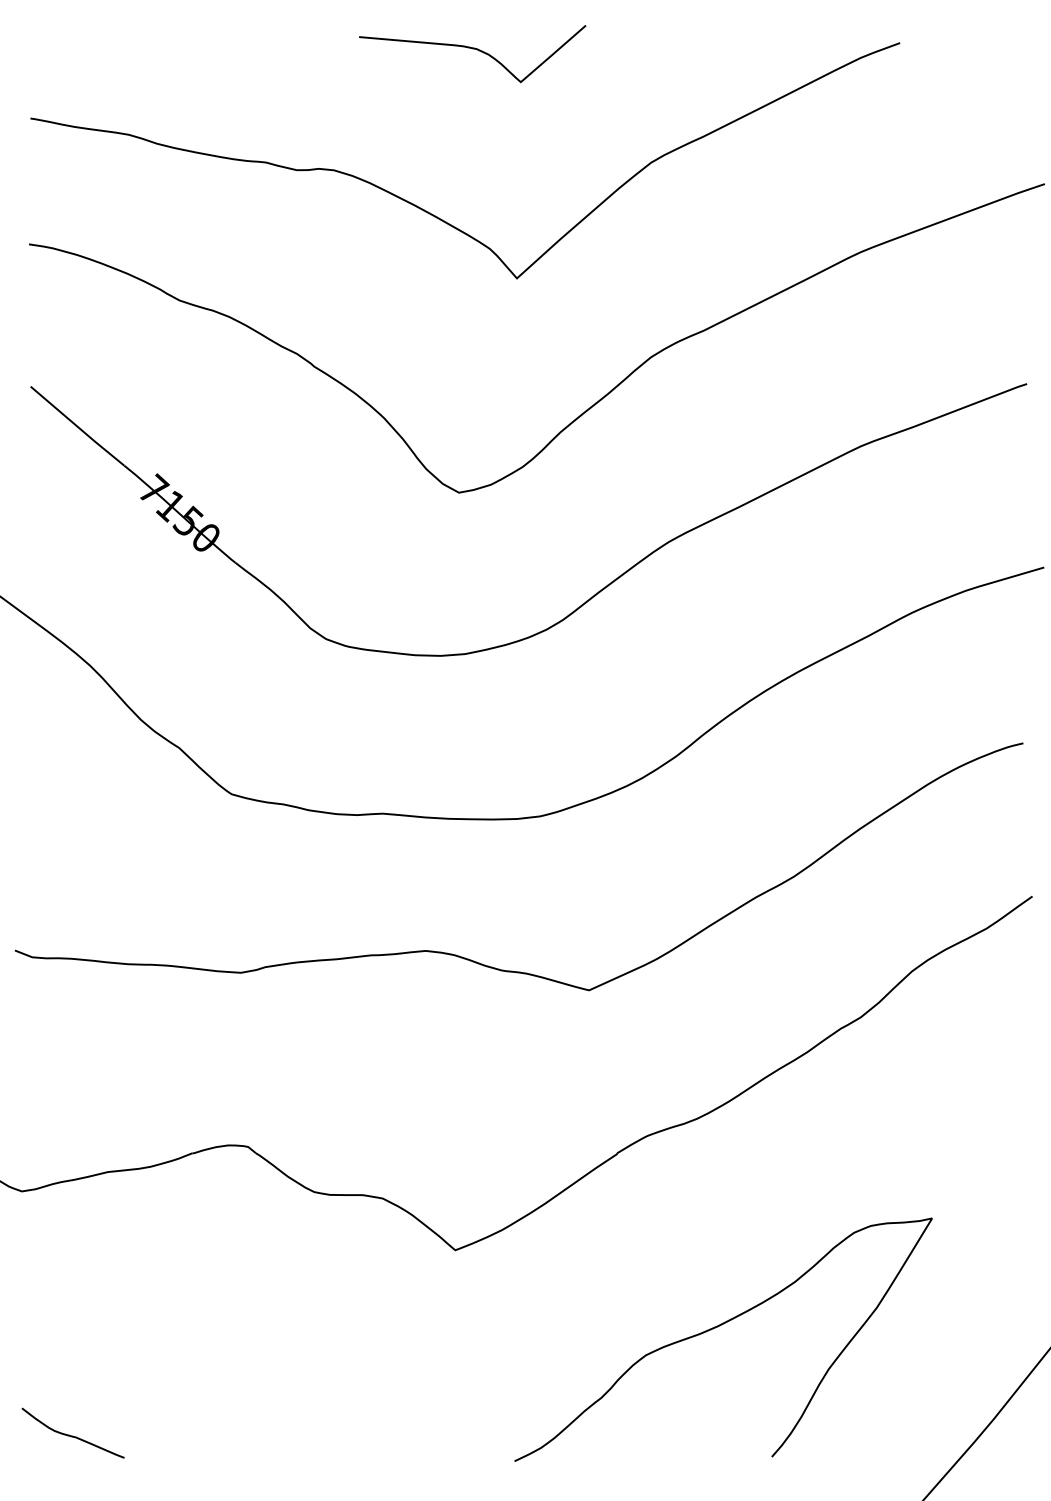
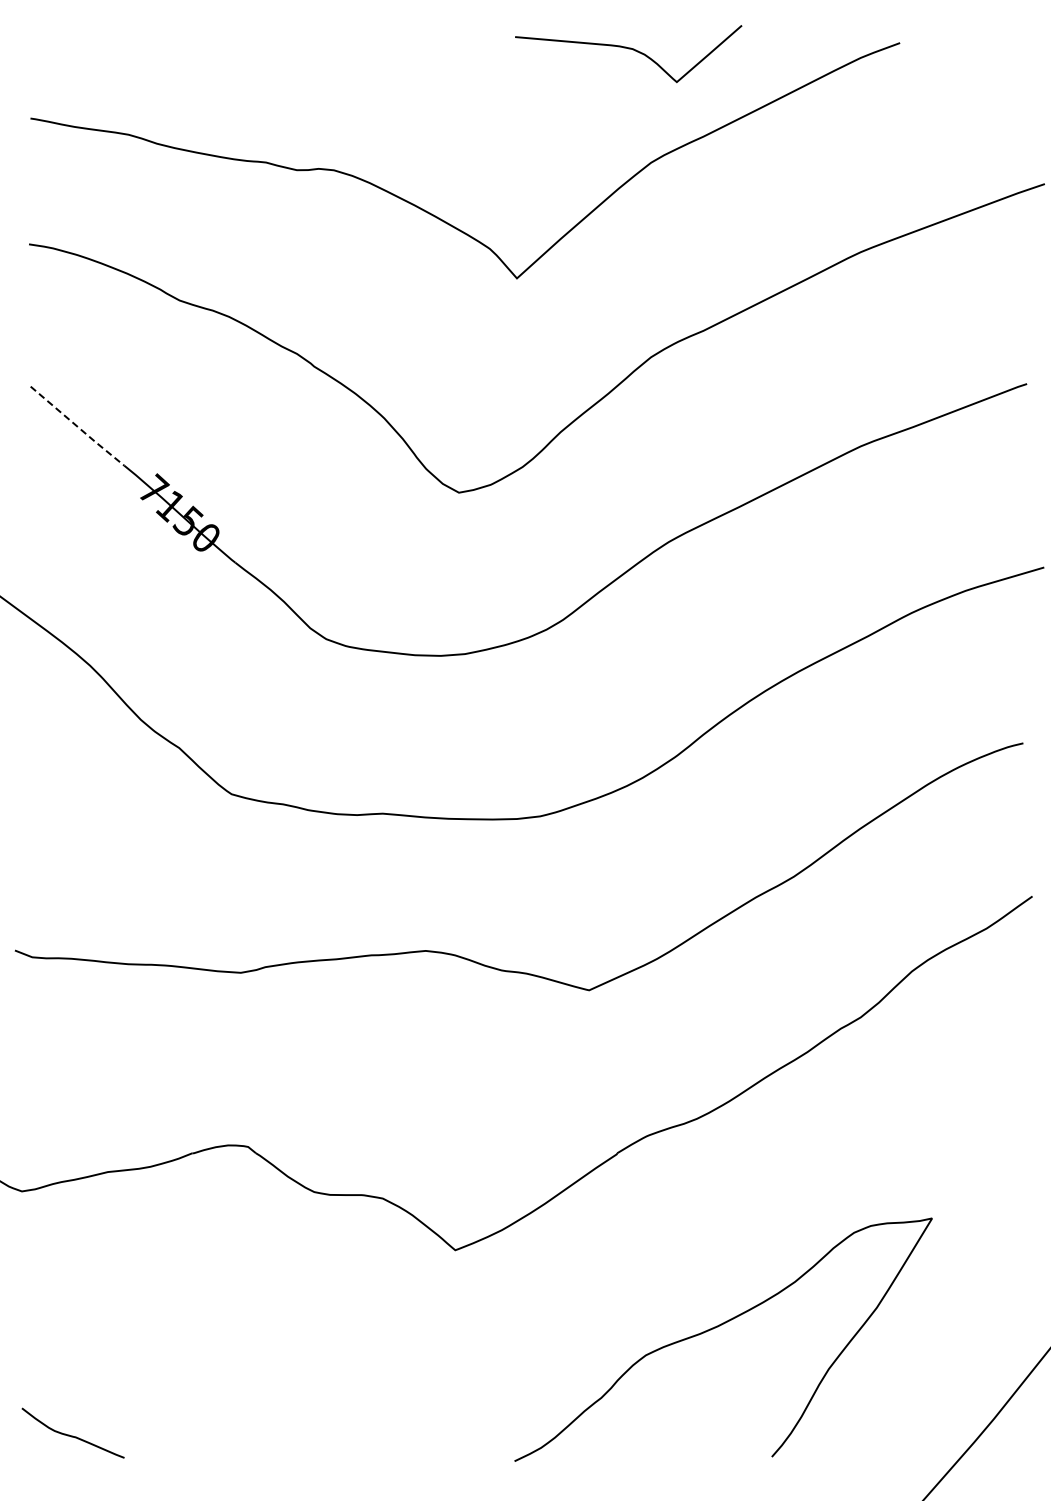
curve at (472, 49) position: (472, 49) -> (628, 49)
line at (77, 426): solid -> dashed
